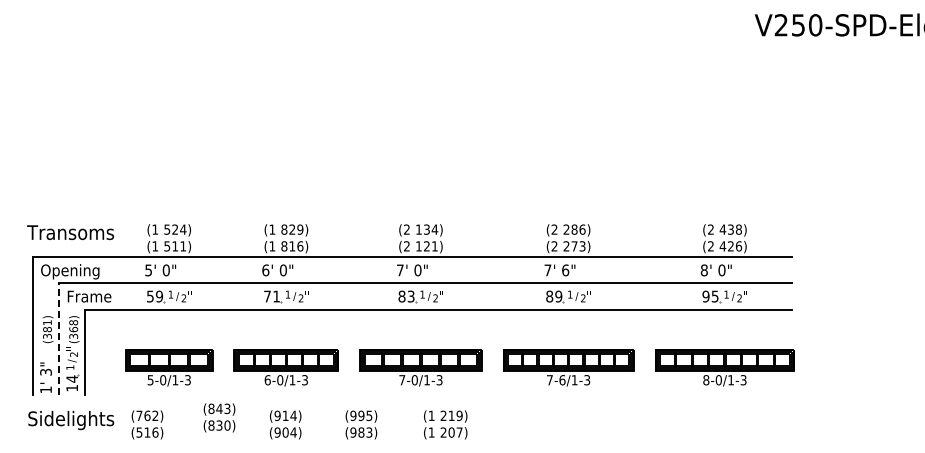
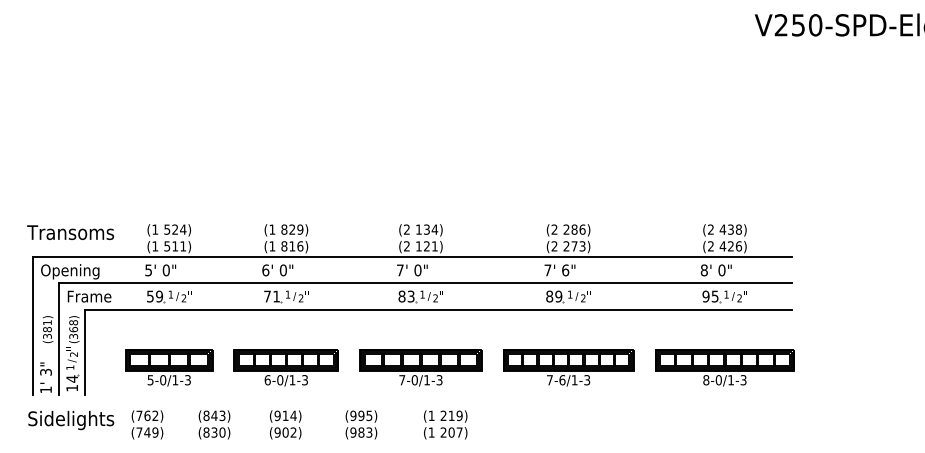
line at (59, 339): dashed -> solid
text at (219, 417) position: (219, 417) -> (214, 424)
text at (147, 432): (516) -> (749)
text at (293, 432): (904) -> (902)
